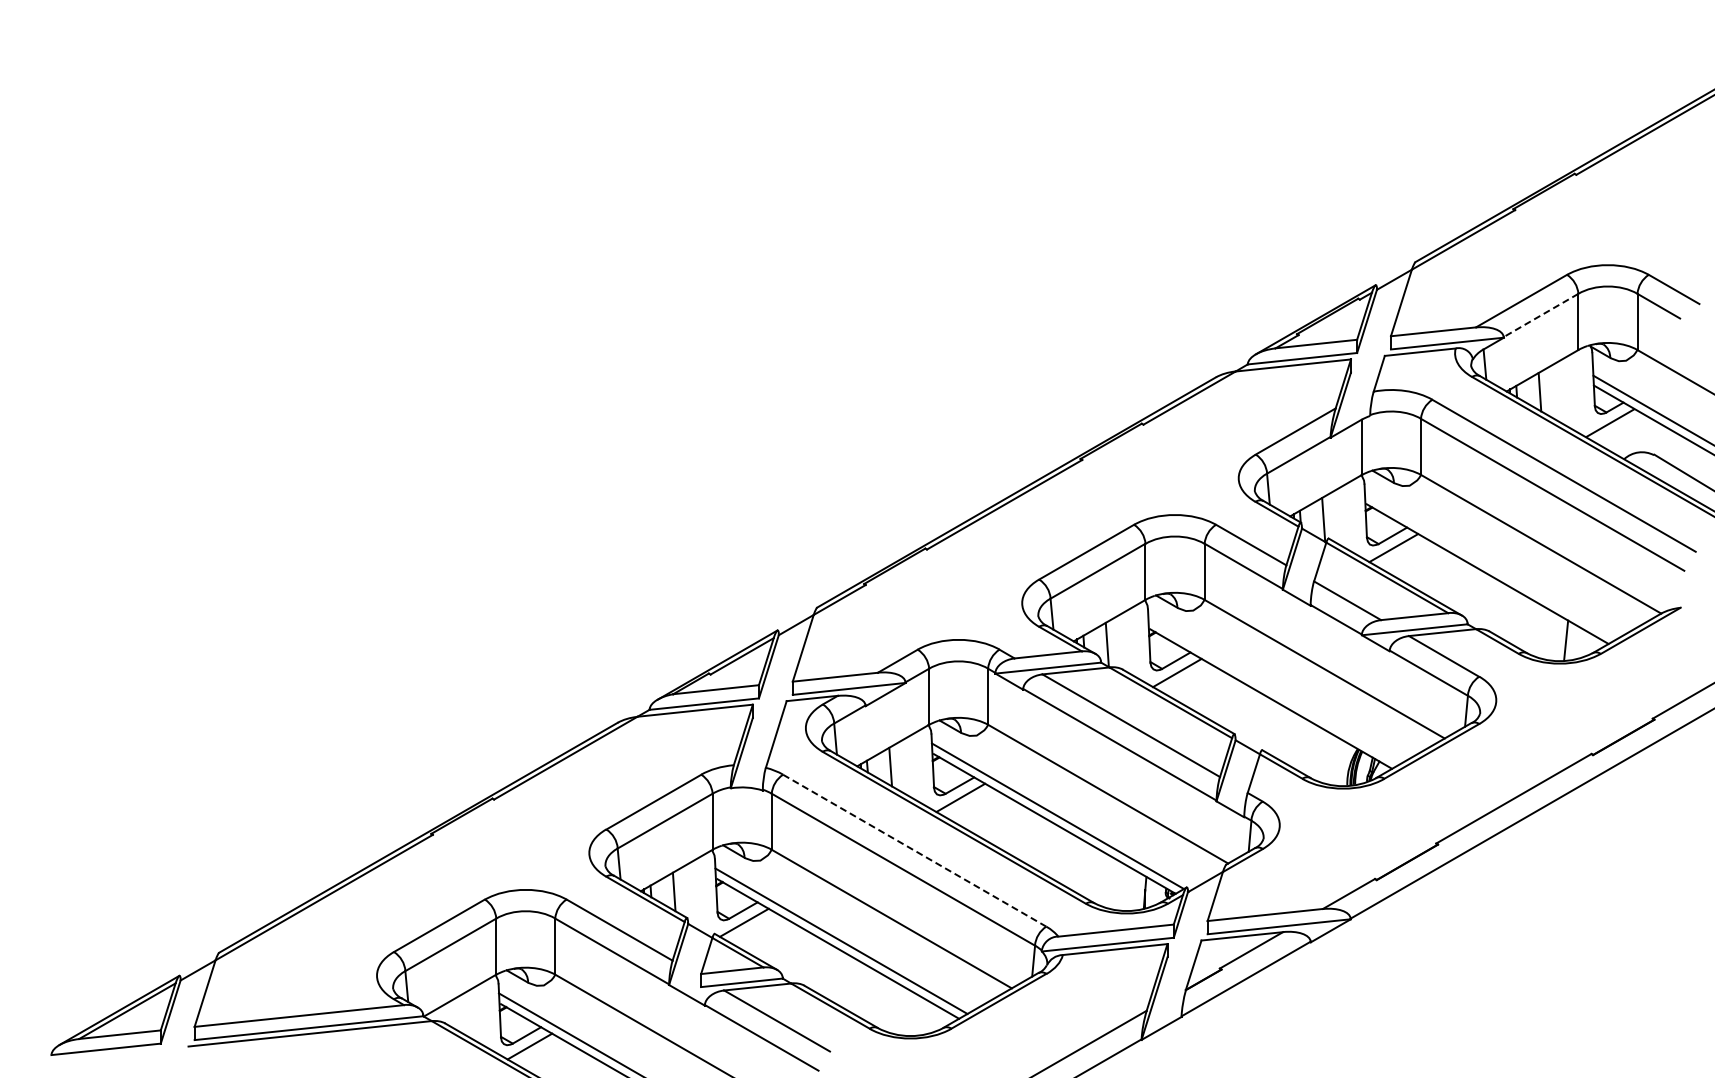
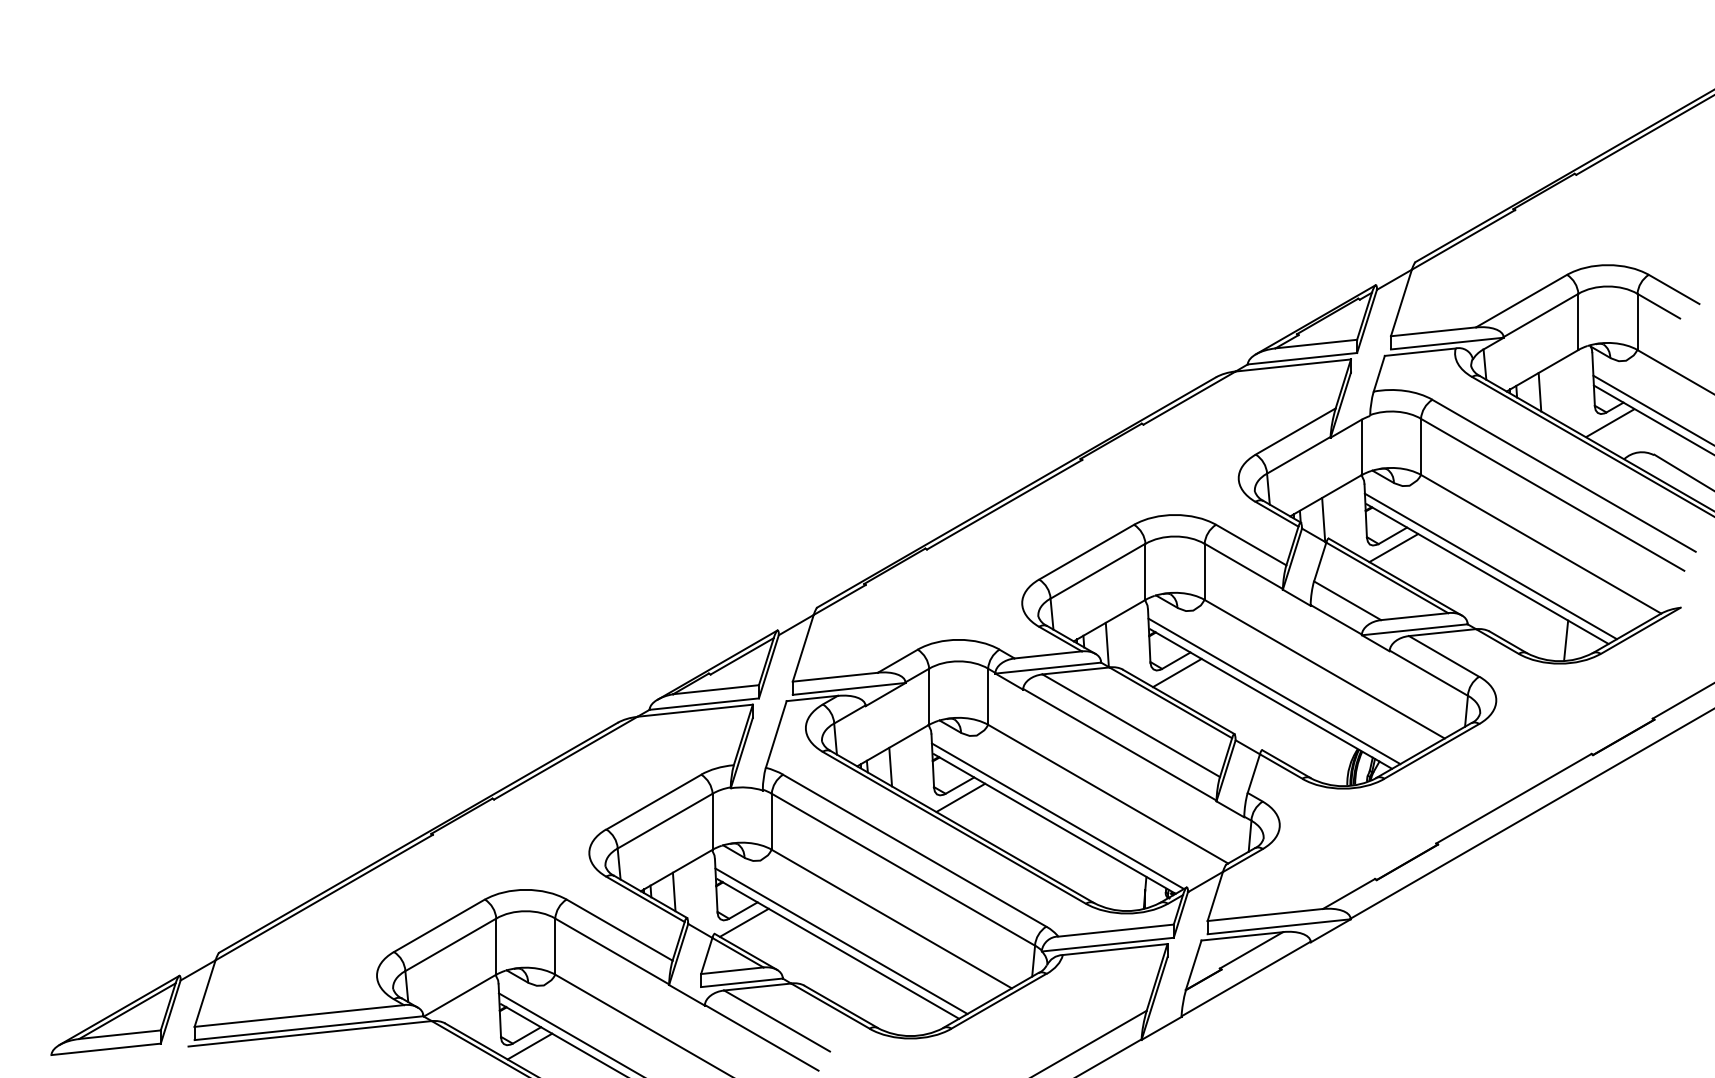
line at (1540, 315): dashed -> solid
line at (1490, 566): none -> present
line at (1274, 691): none -> present
line at (914, 850): dashed -> solid
